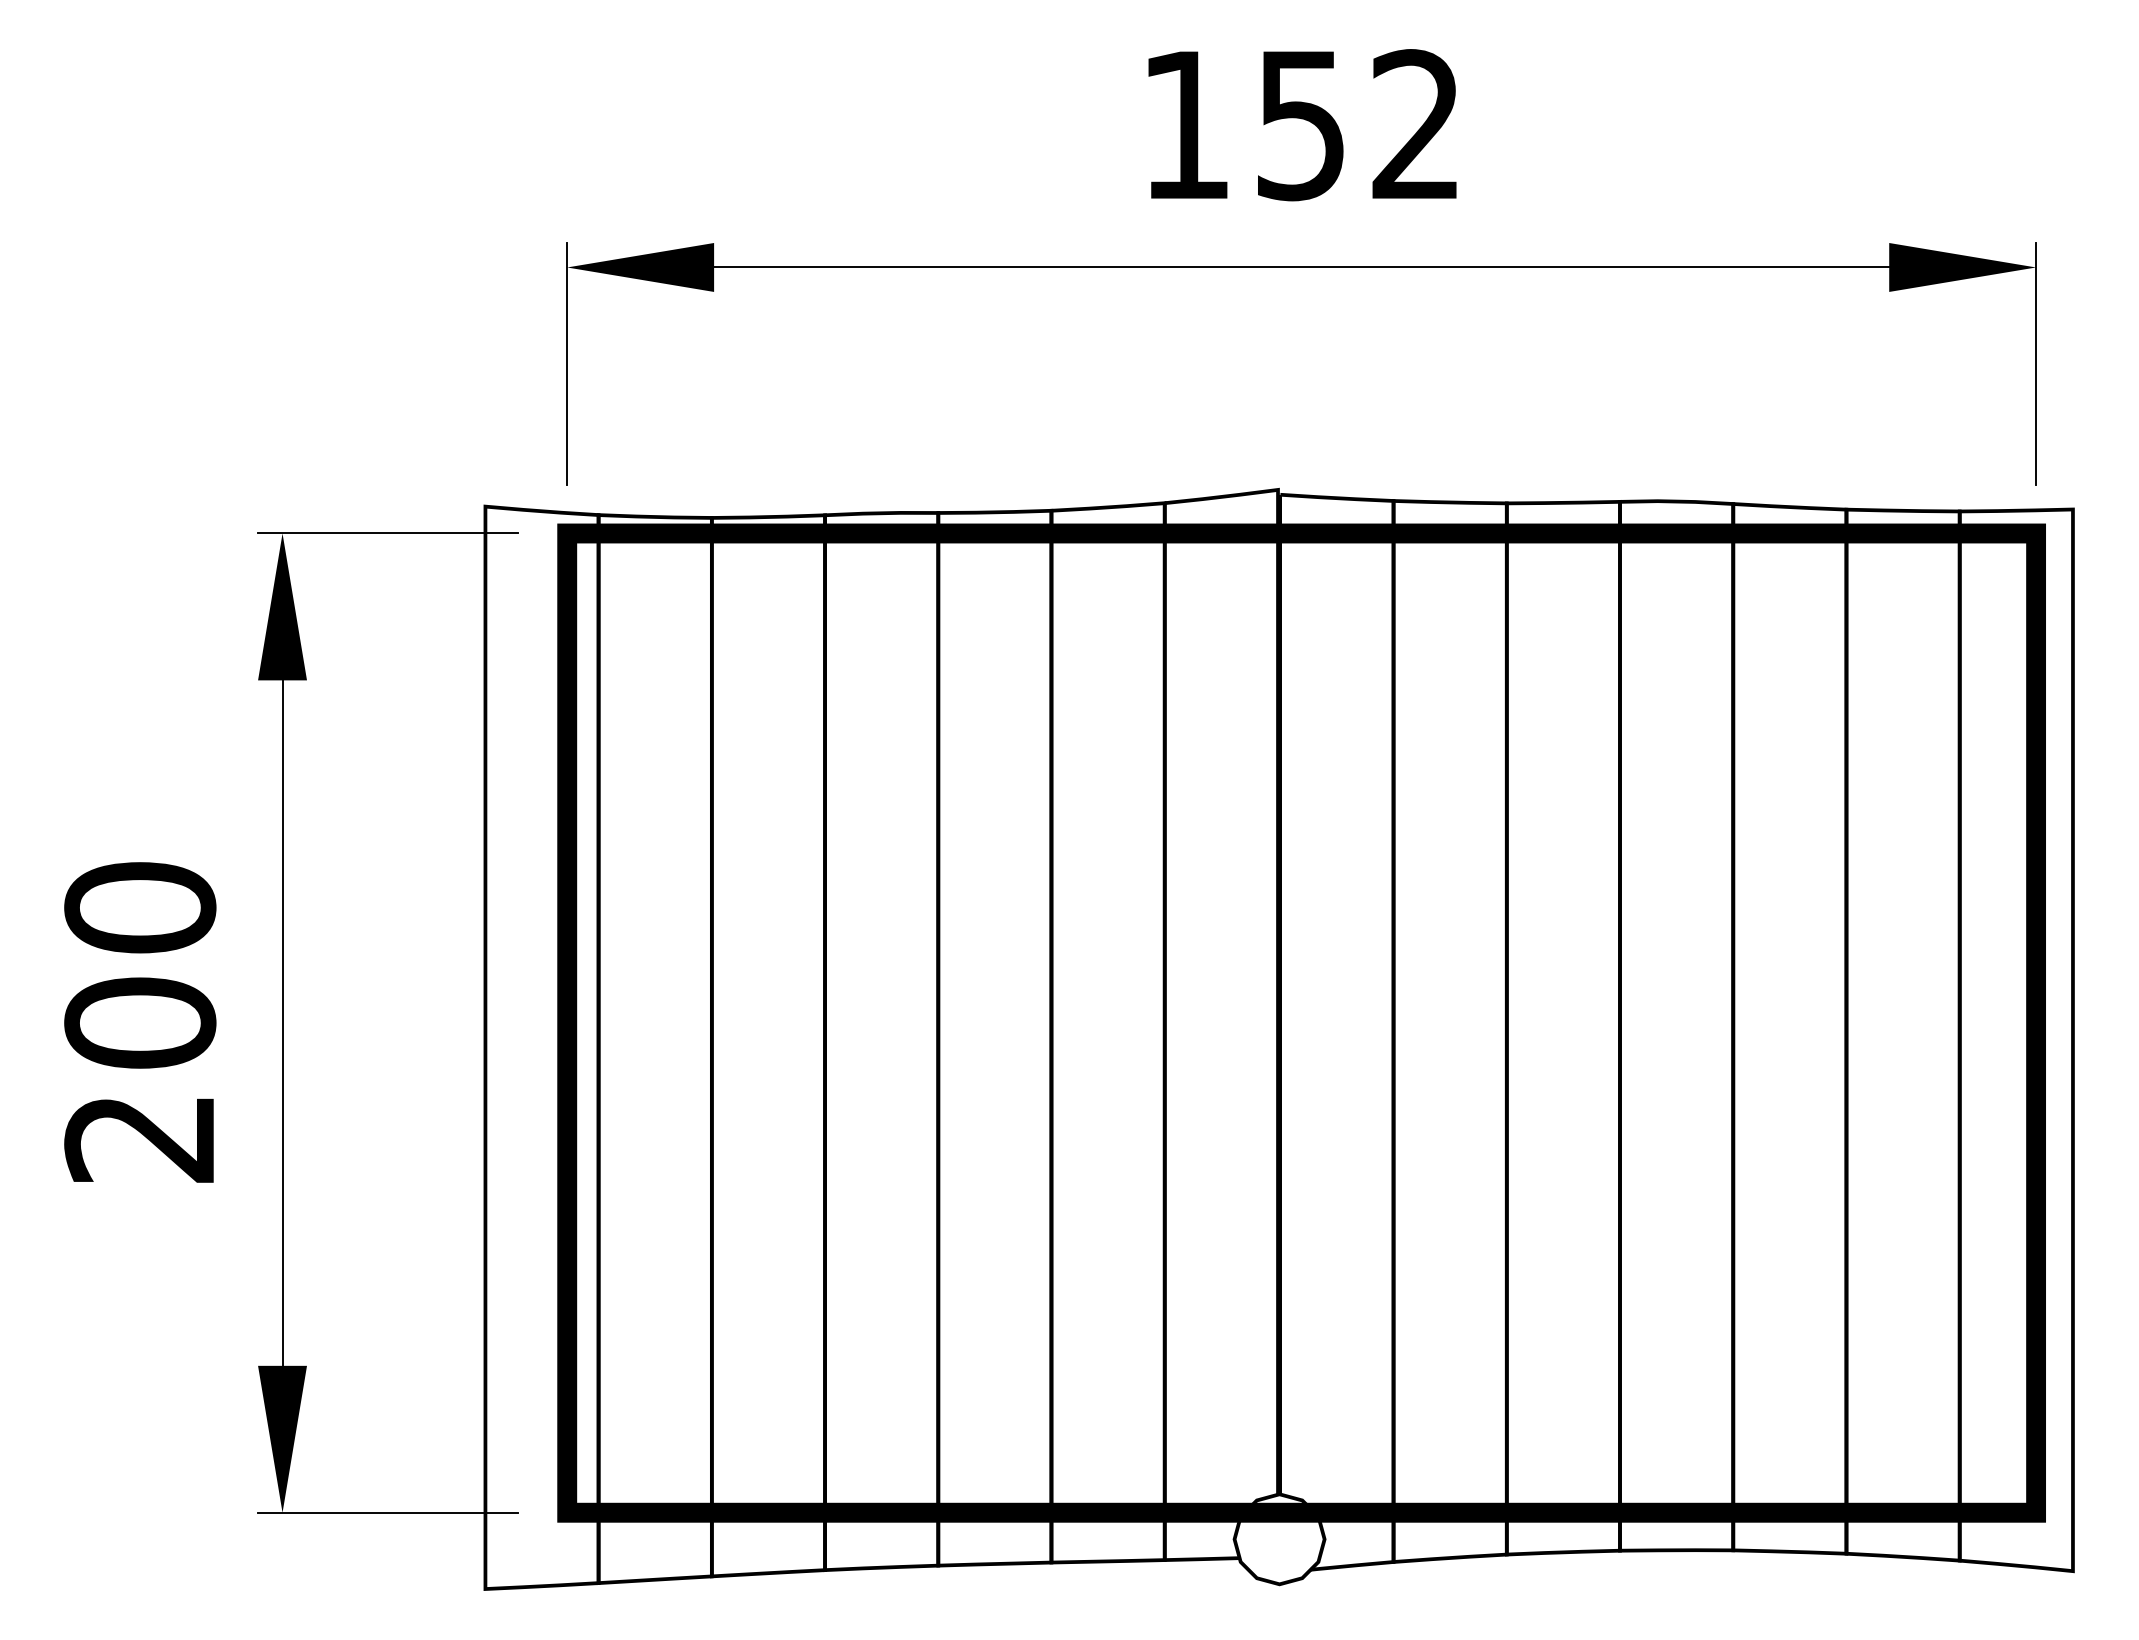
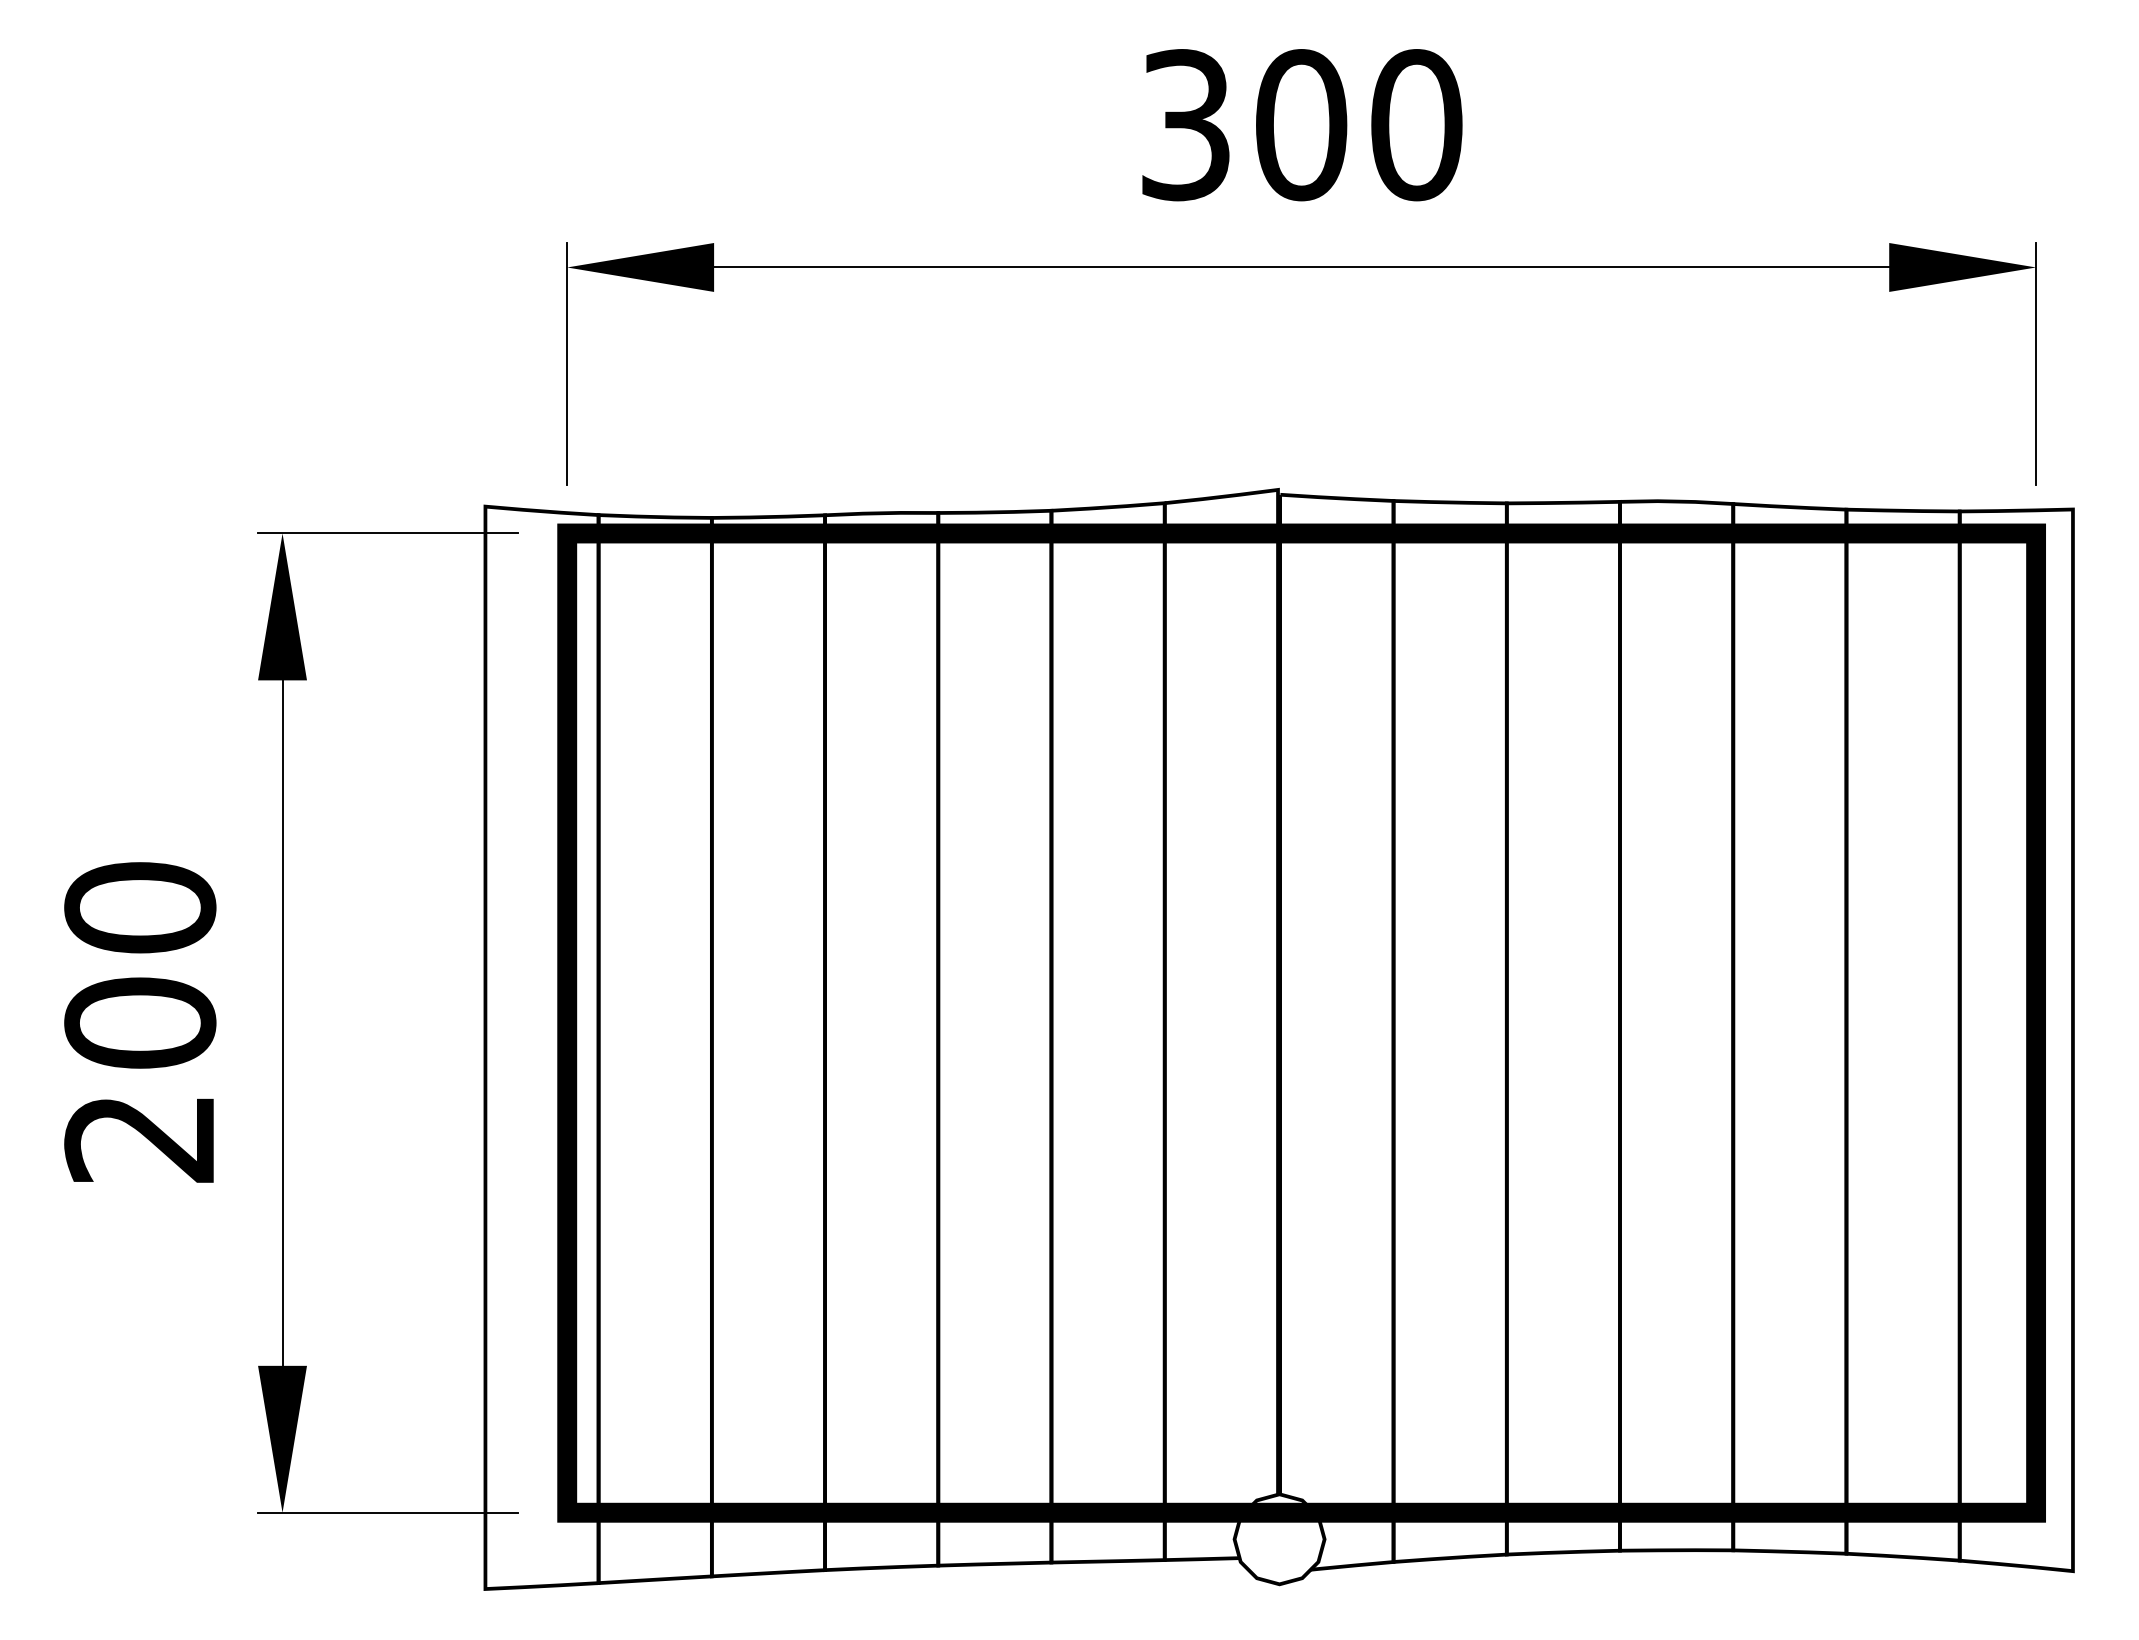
text at (1302, 125): 152 -> 300
